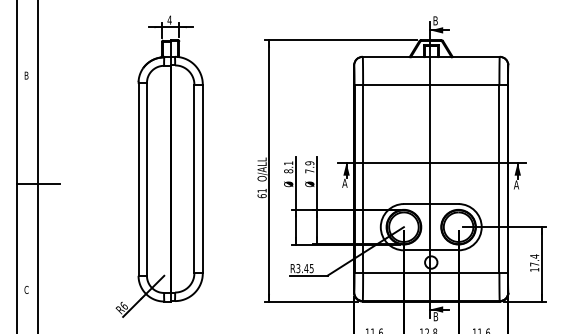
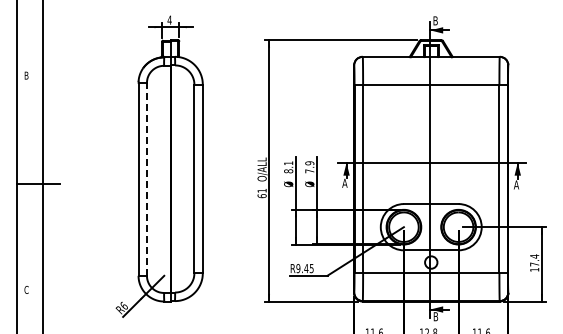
line at (38, 166) position: (38, 166) -> (43, 166)
line at (146, 178): solid -> dashed
text at (298, 268): R3.45 -> R9.45
